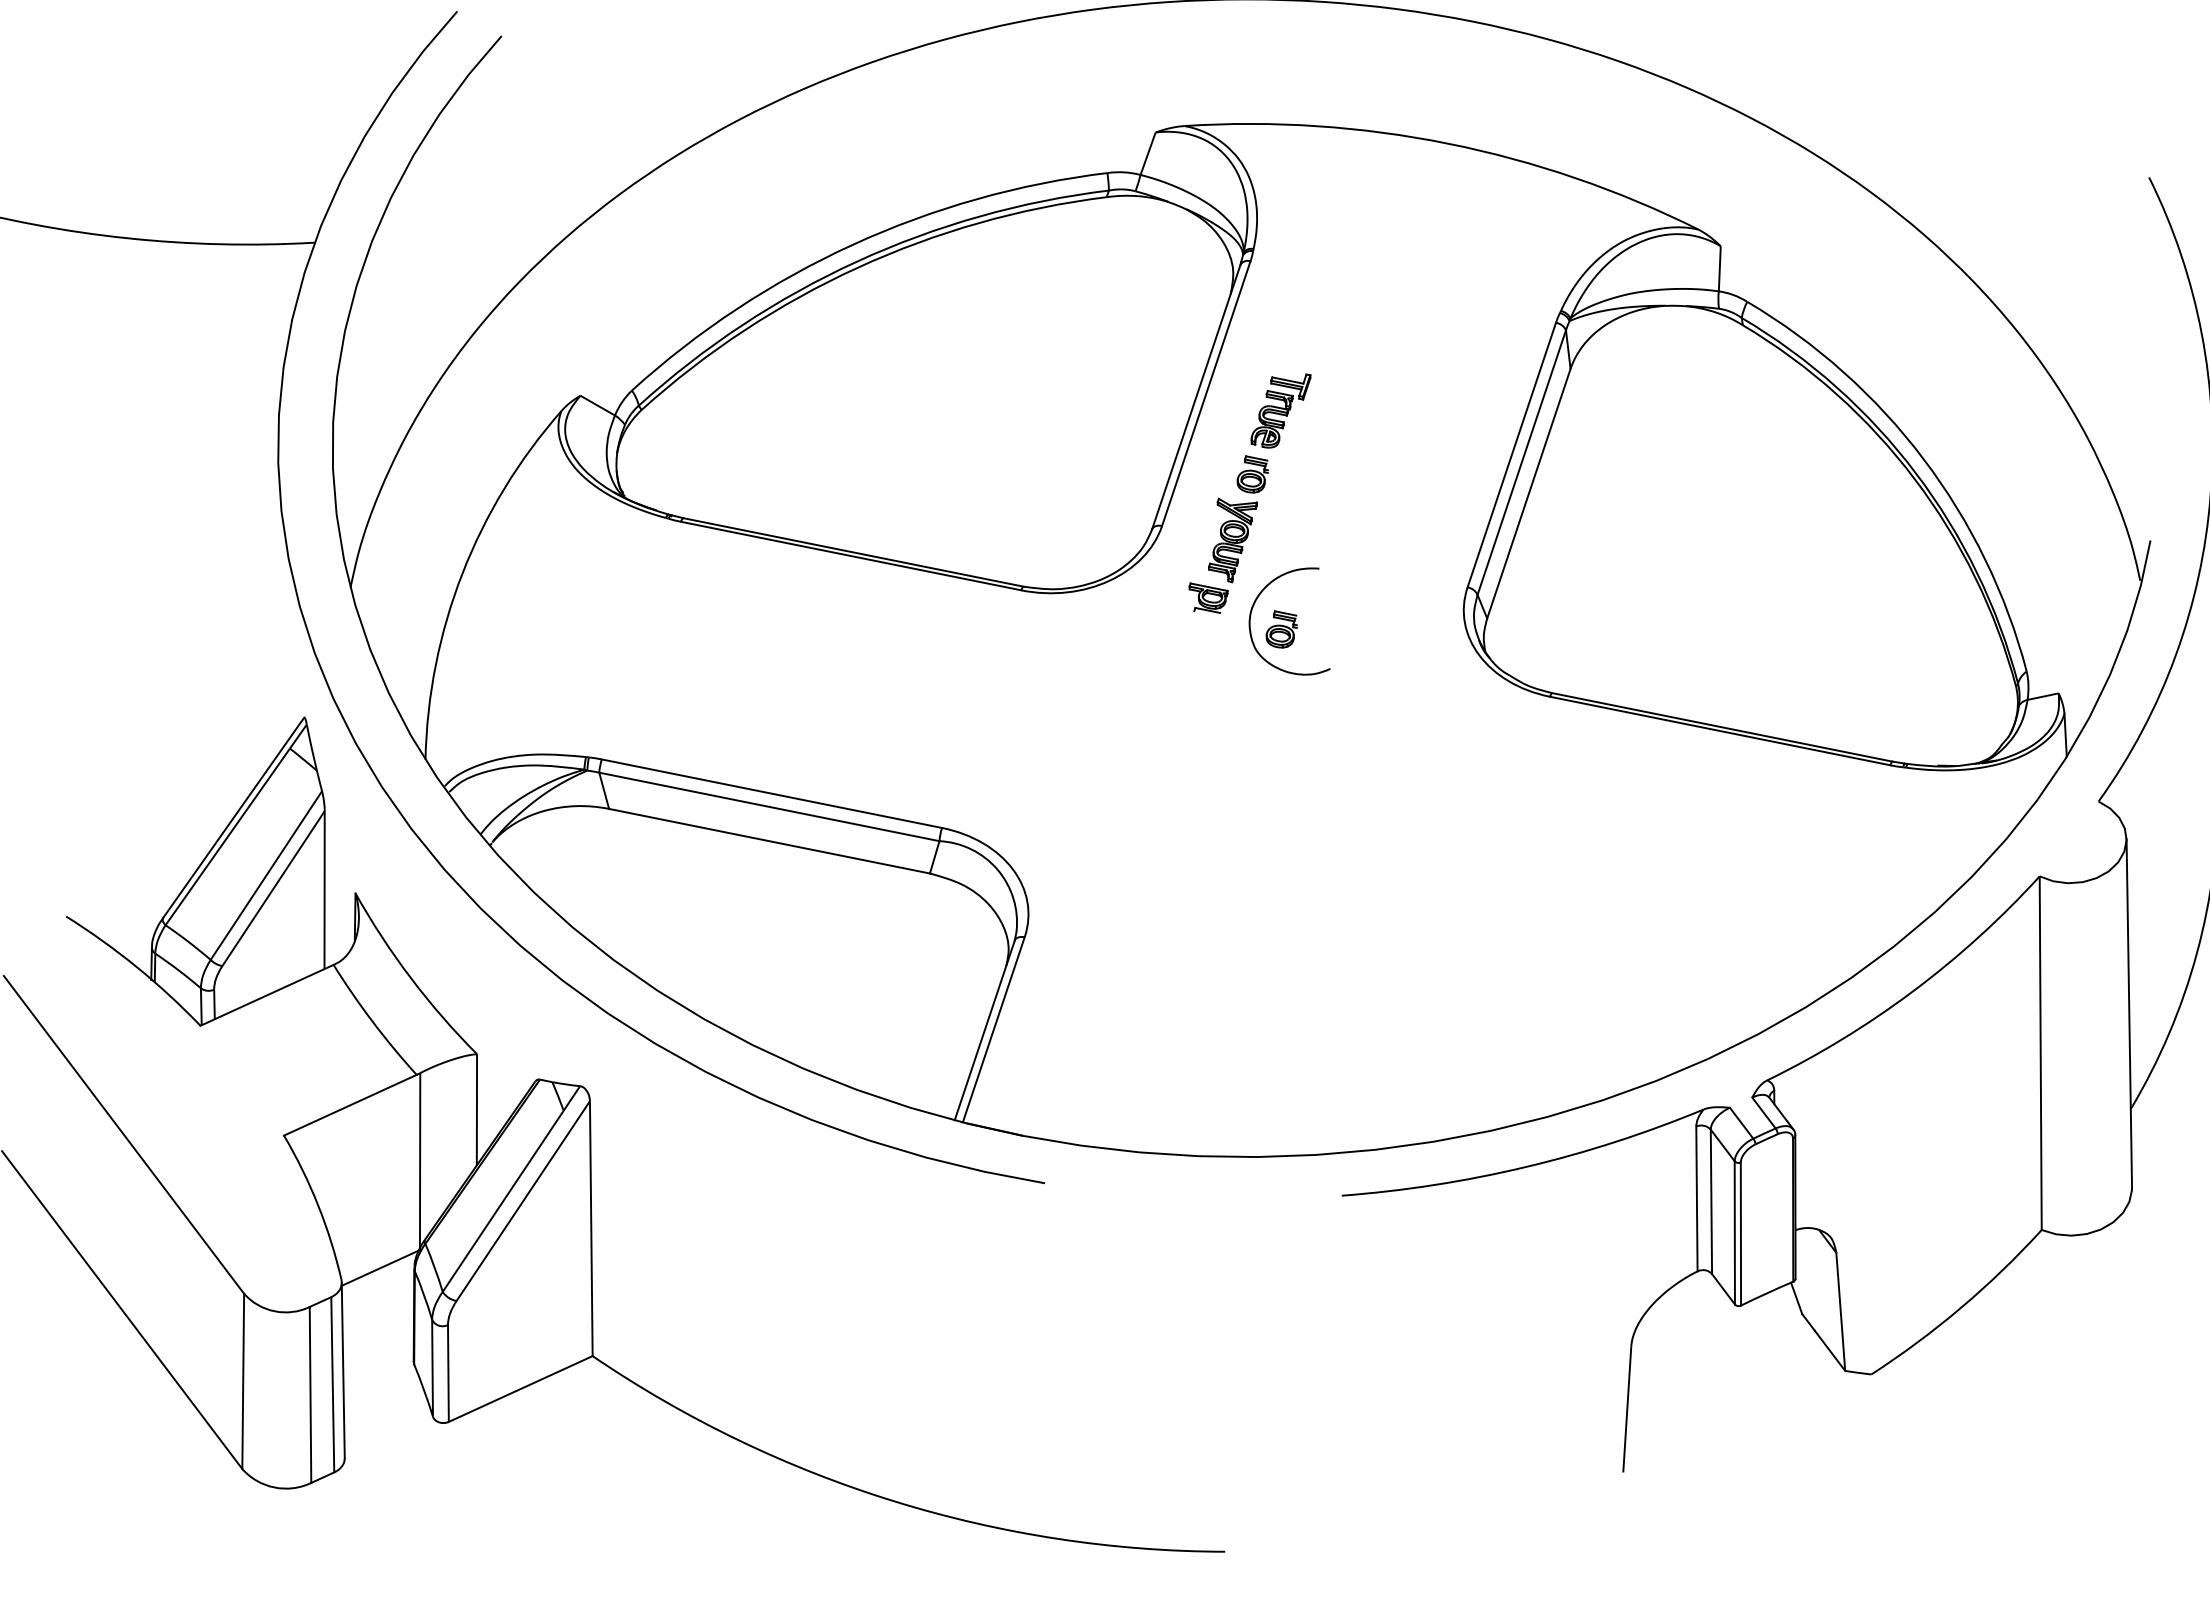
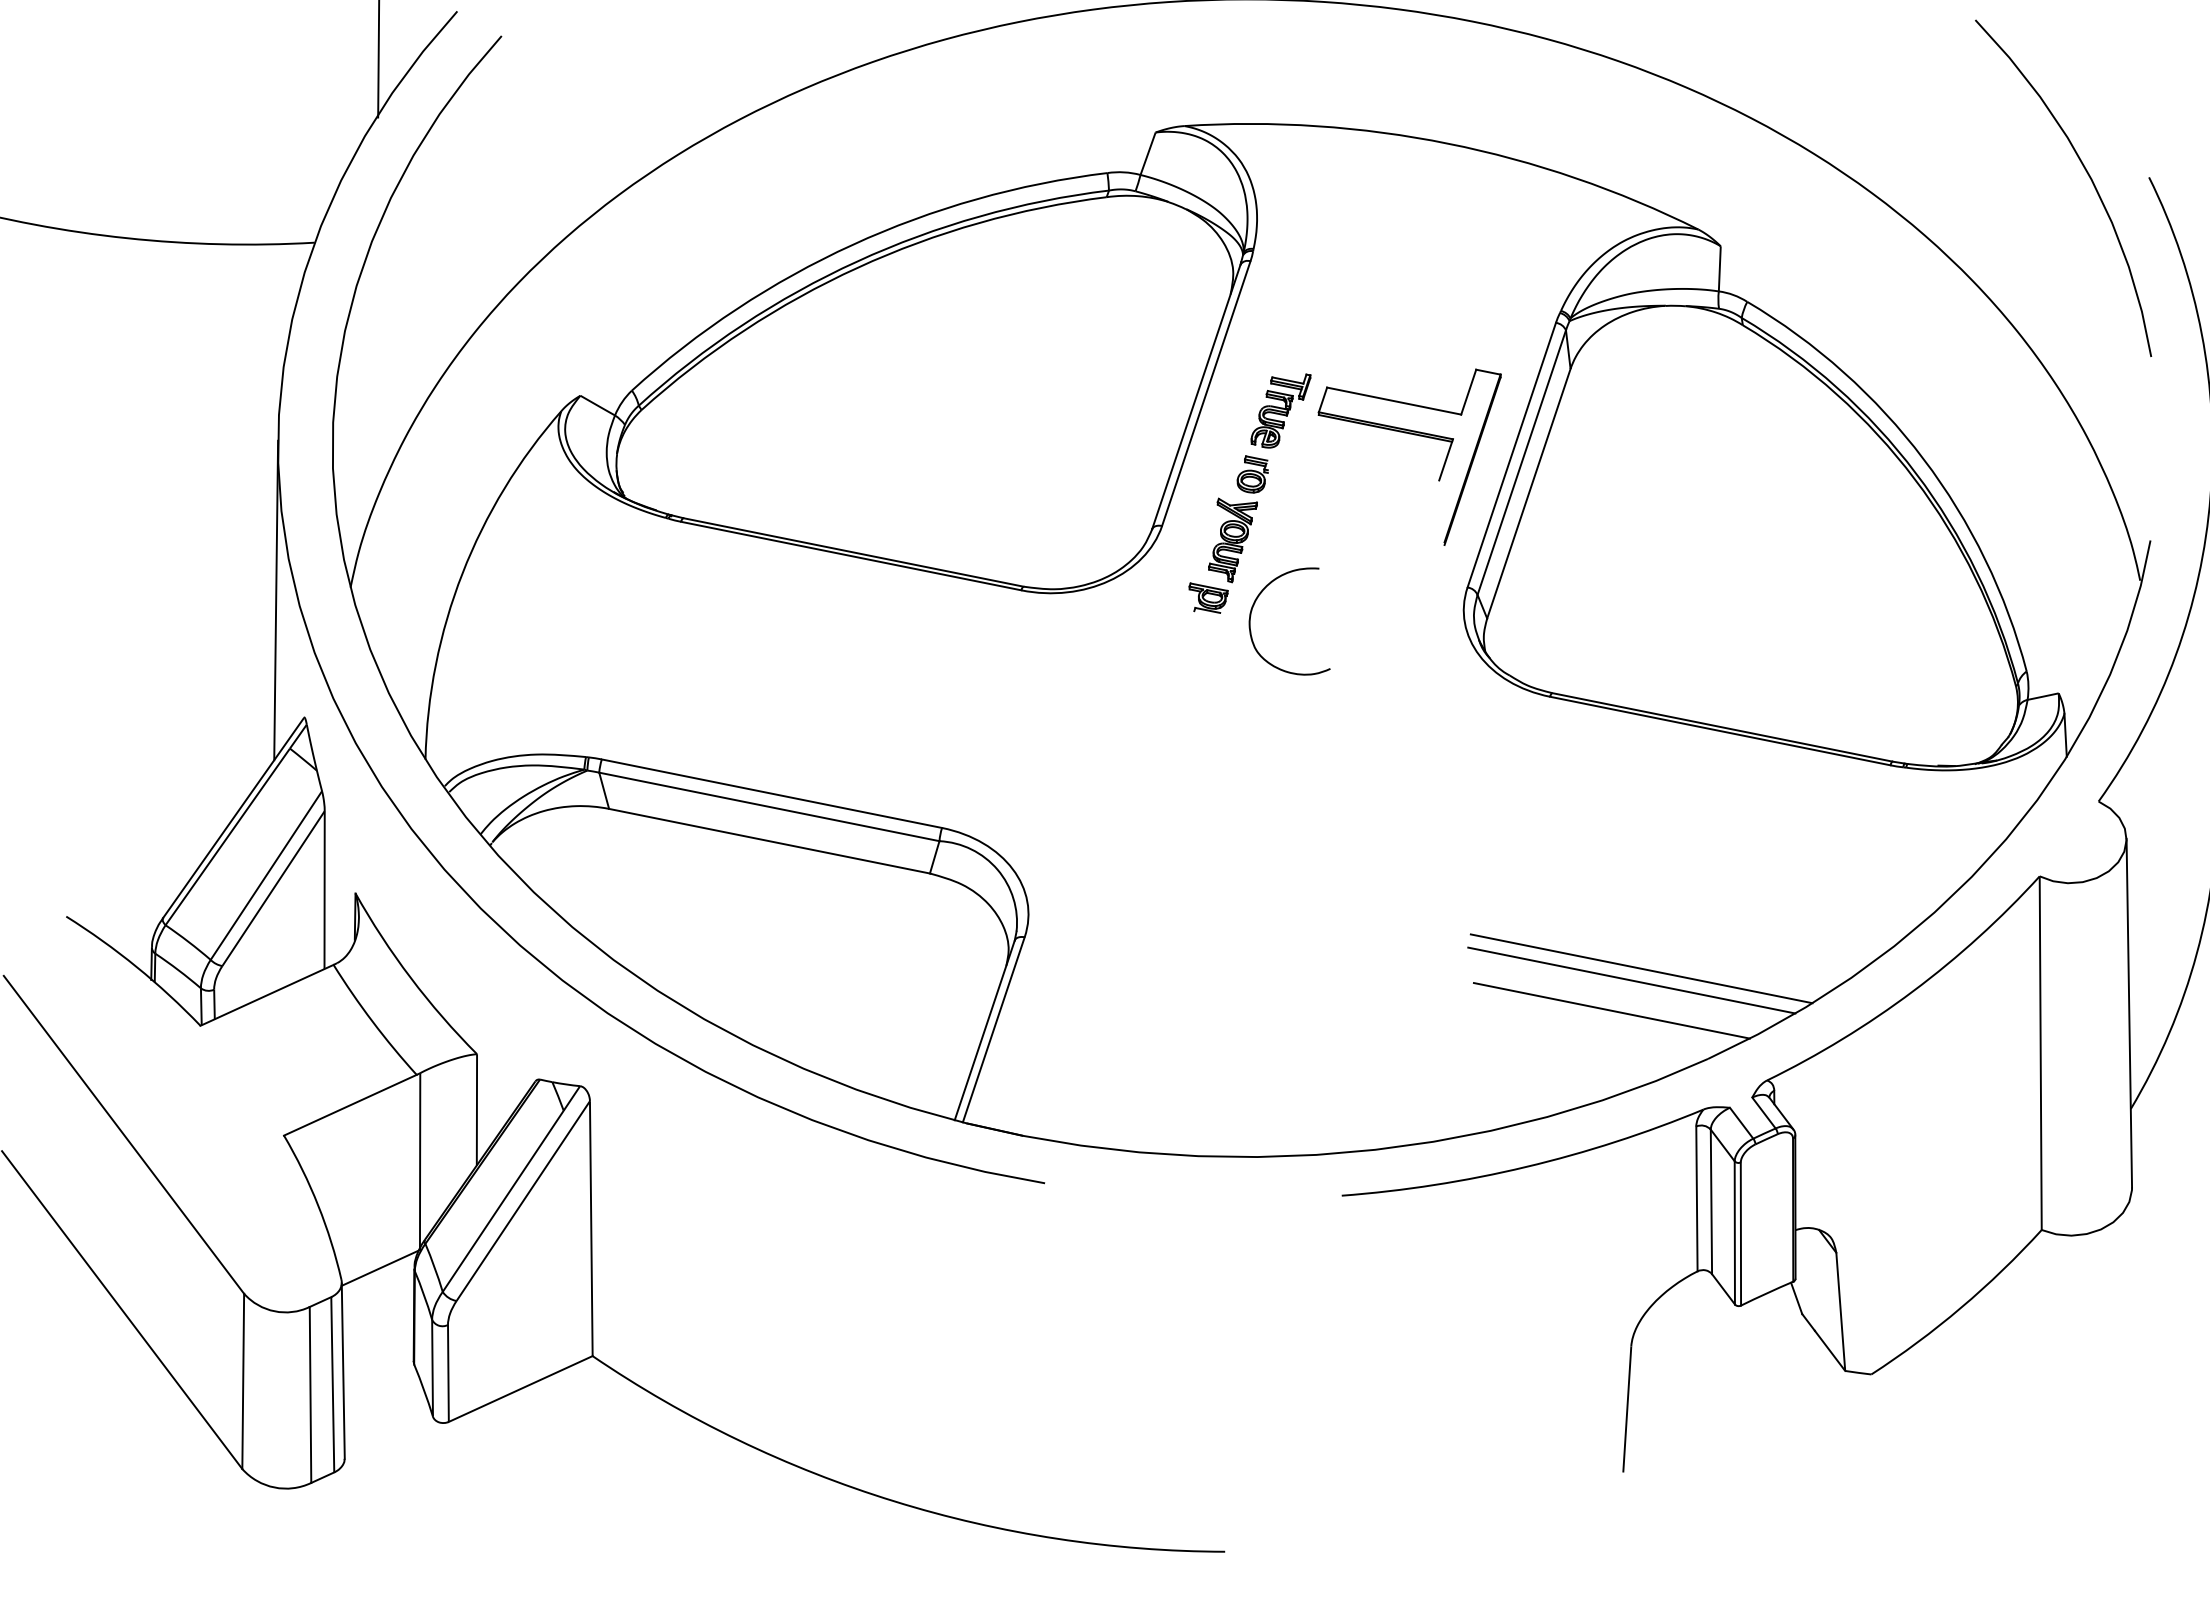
line at (378, 59): none -> present
curve at (2085, 171): none -> present
part at (1414, 435): none -> present
line at (276, 600): none -> present
part at (1281, 629): present -> none
line at (1641, 968): none -> present
line at (1631, 980): none -> present
line at (1611, 1010): none -> present
